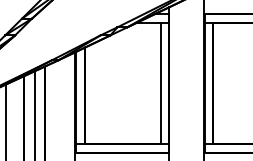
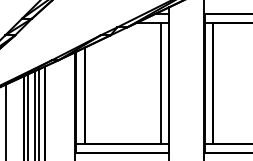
line at (39, 113): none -> present
line at (28, 115): none -> present
